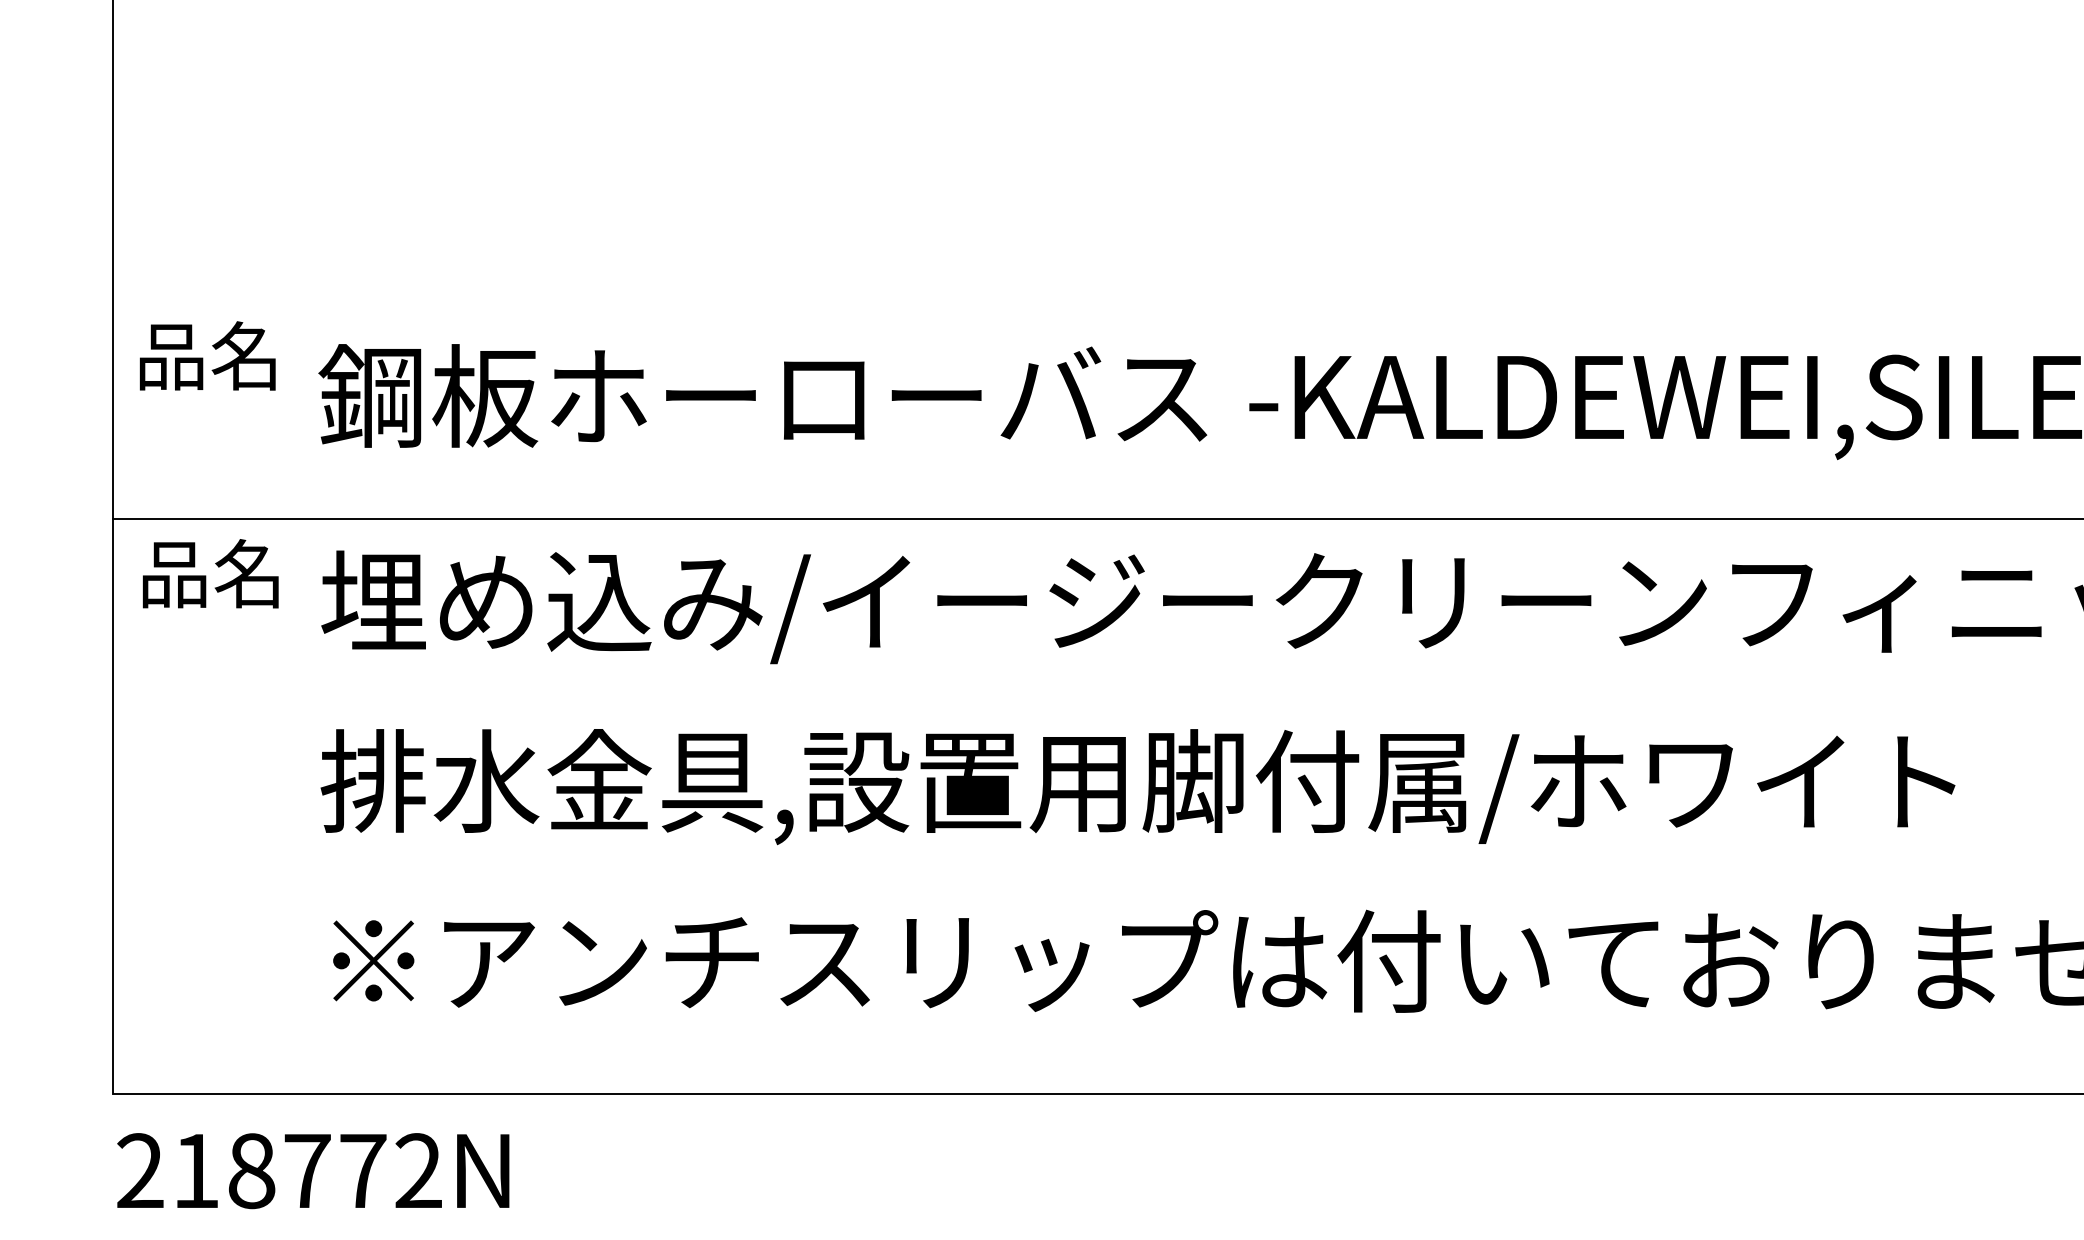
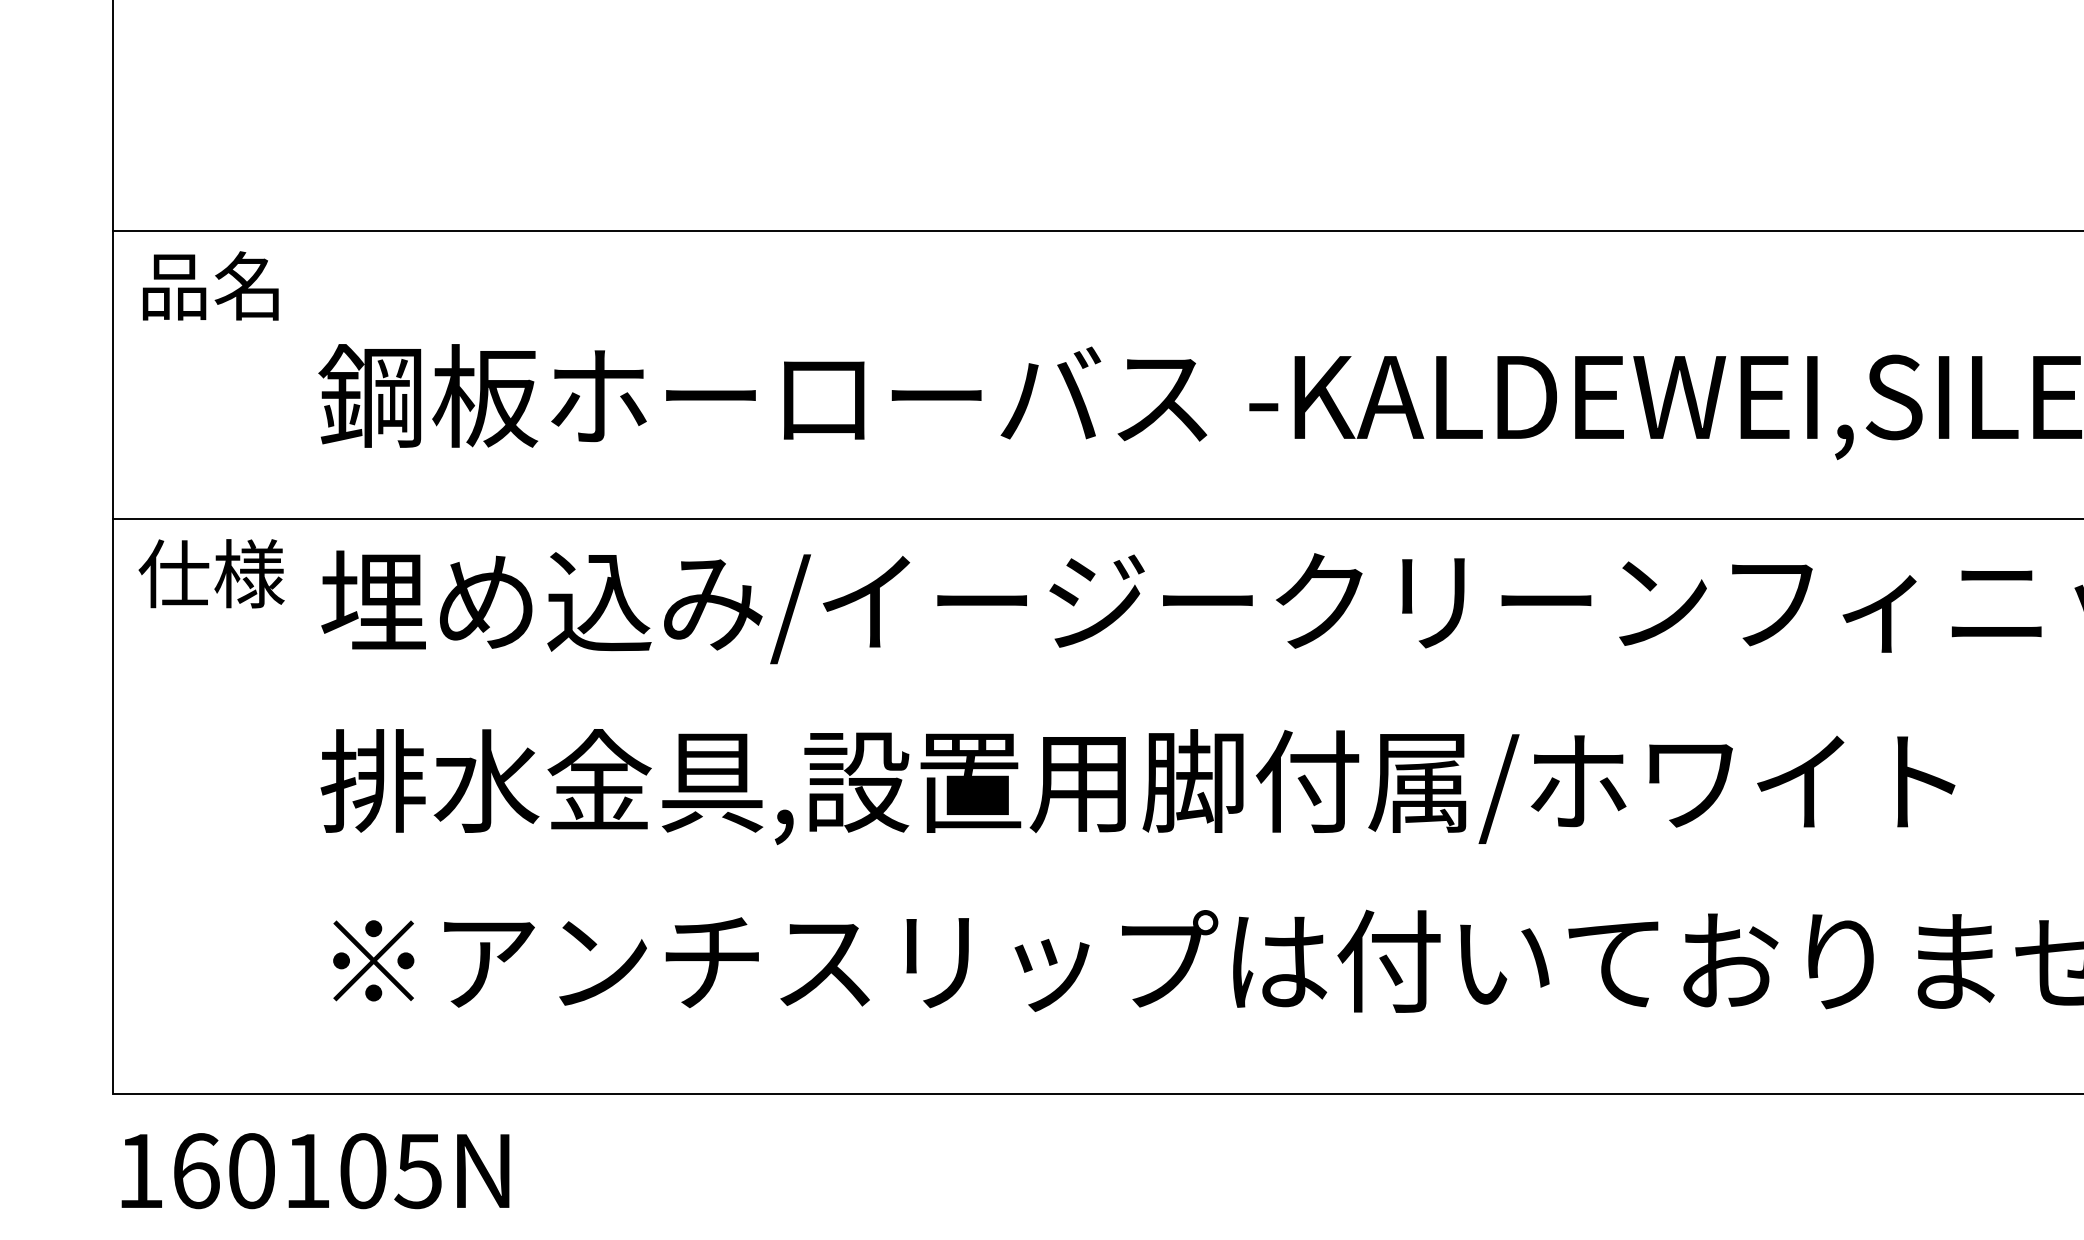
line at (1096, 230): none -> present
text at (207, 355) position: (207, 355) -> (210, 285)
text at (211, 573): 品名 -> 仕様
text at (279, 1171): 218772N -> 160105N
